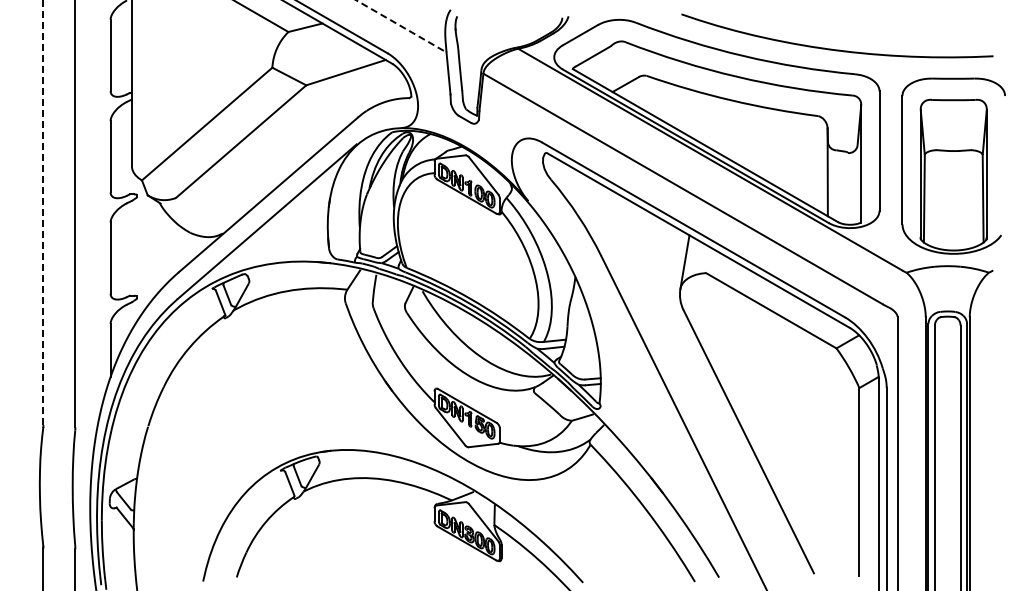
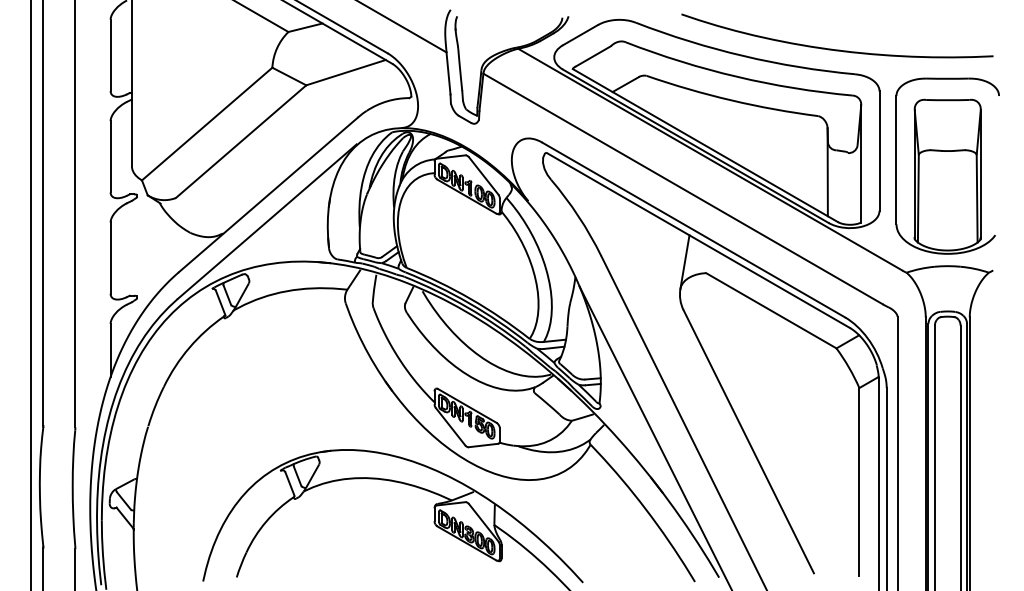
line at (401, 26): dashed -> solid
part at (953, 165) position: (953, 165) -> (947, 165)
line at (43, 213): dashed -> solid
line at (30, 294): none -> present
line at (654, 436): none -> present
